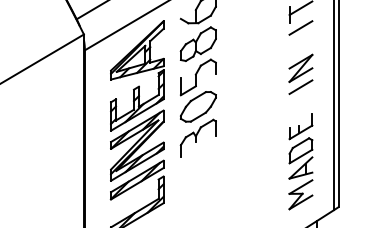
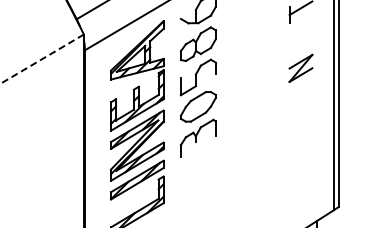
line at (300, 27): present -> none
line at (41, 59): solid -> dashed
line at (300, 87): present -> none
part at (300, 161): present -> none
